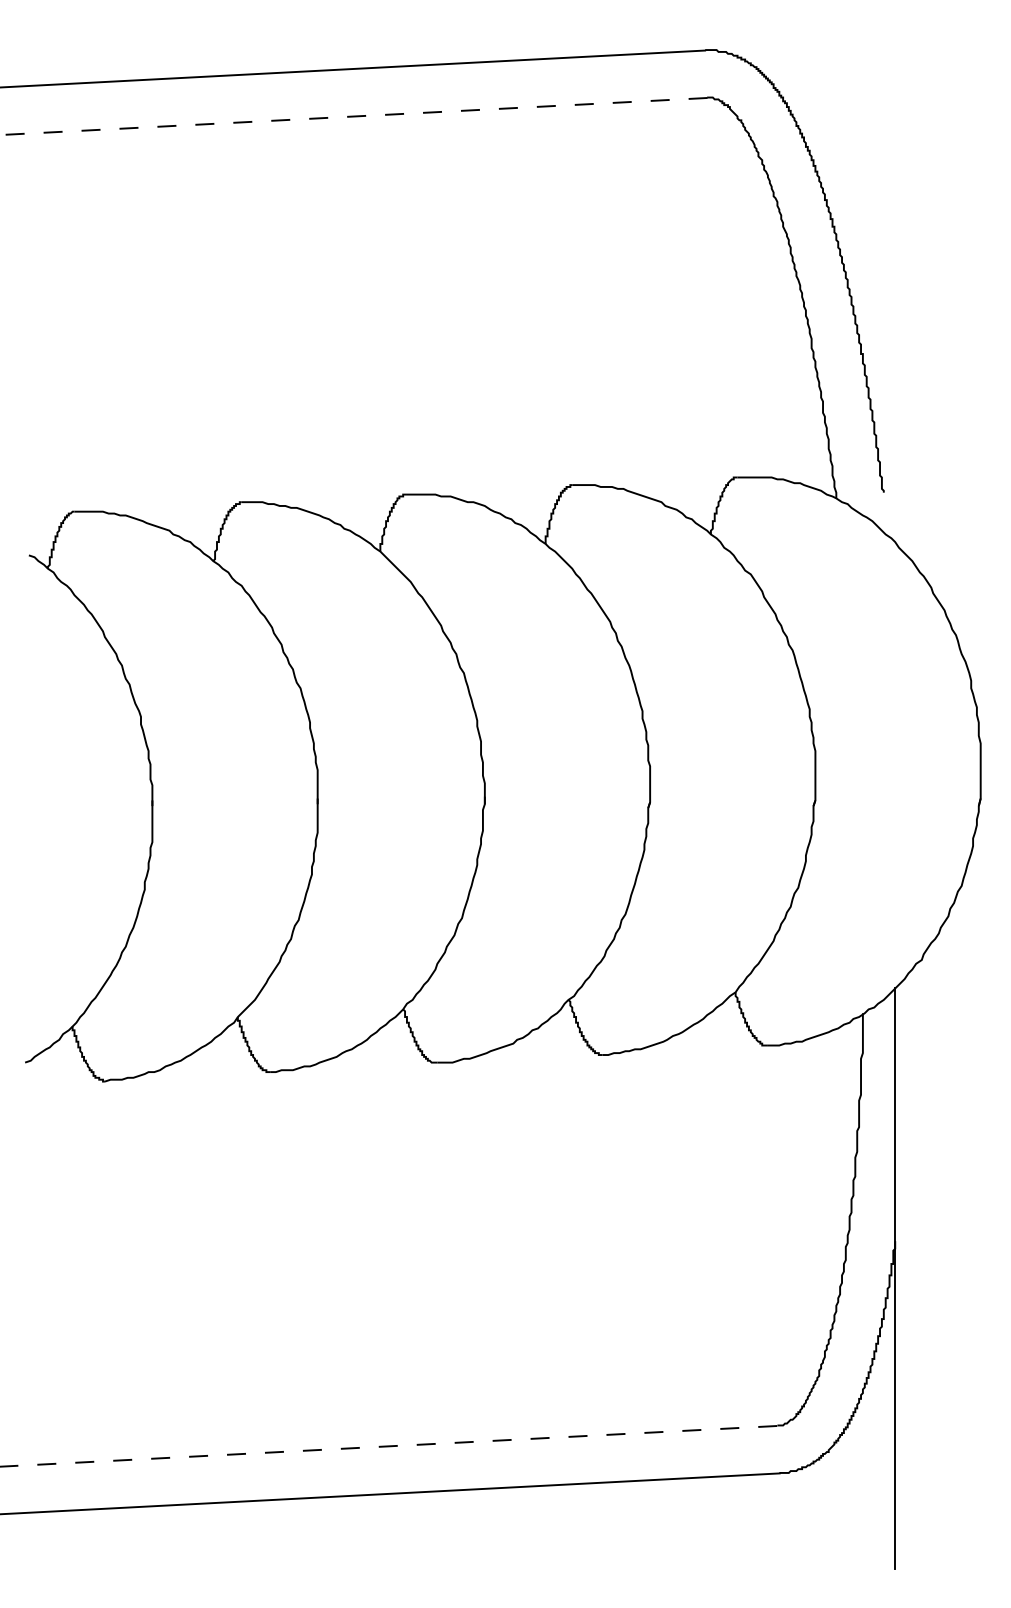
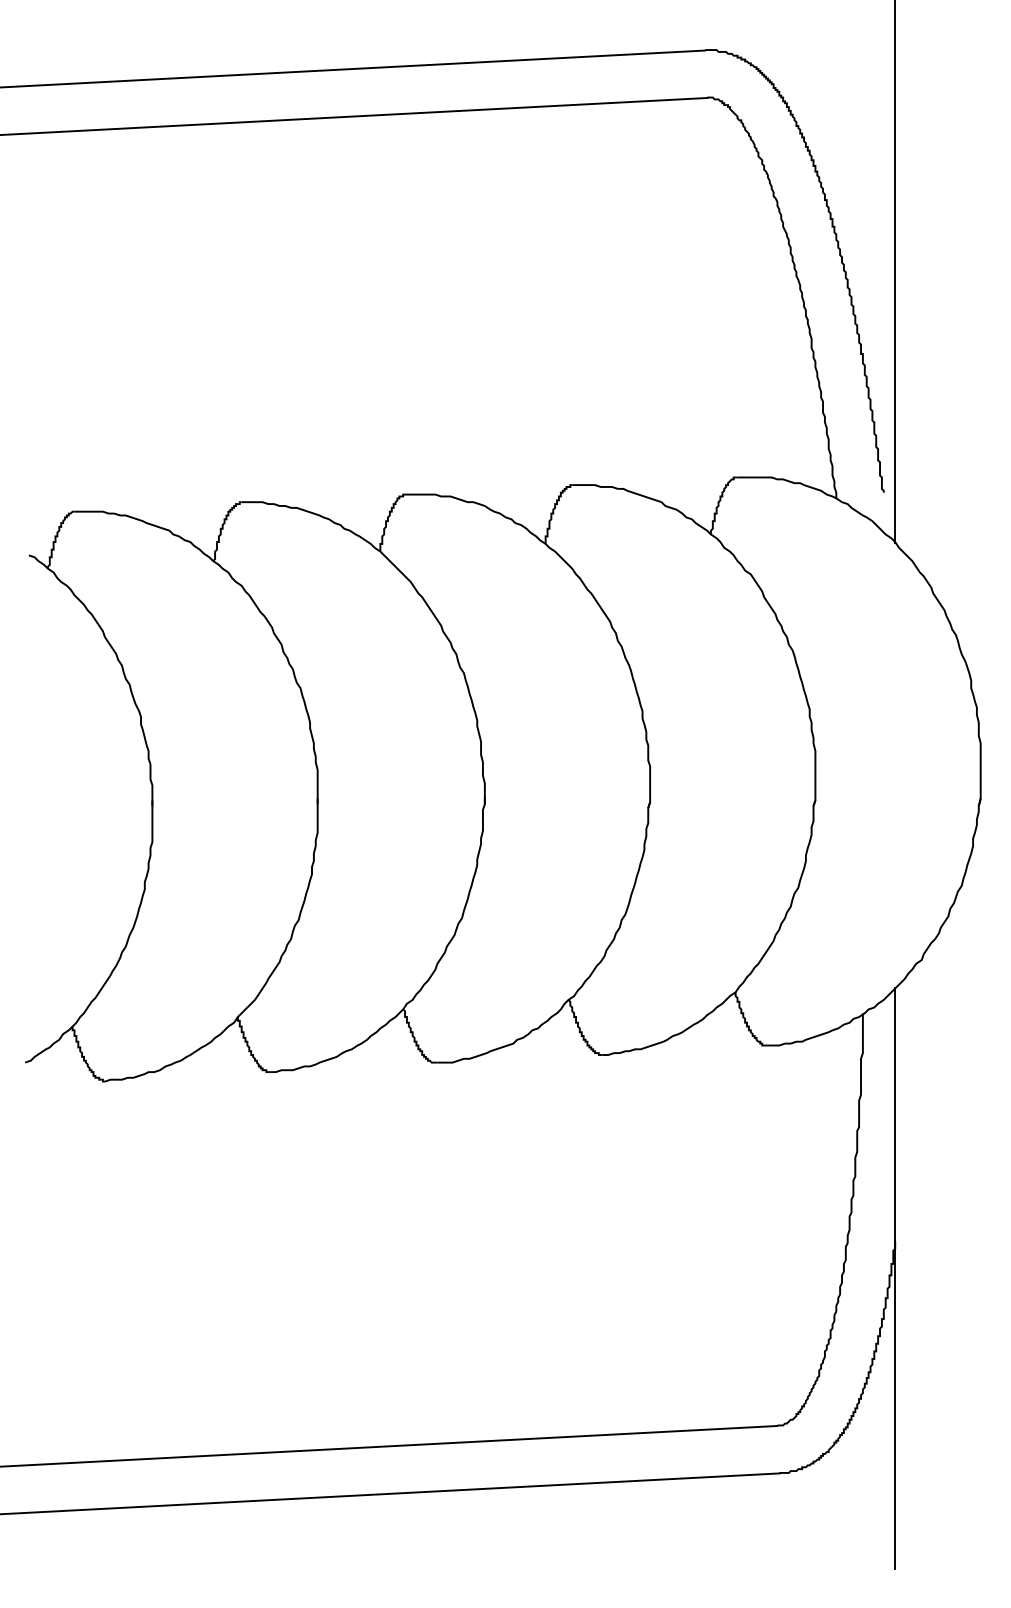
line at (354, 116): dashed -> solid
line at (895, 272): none -> present
line at (388, 1446): dashed -> solid
